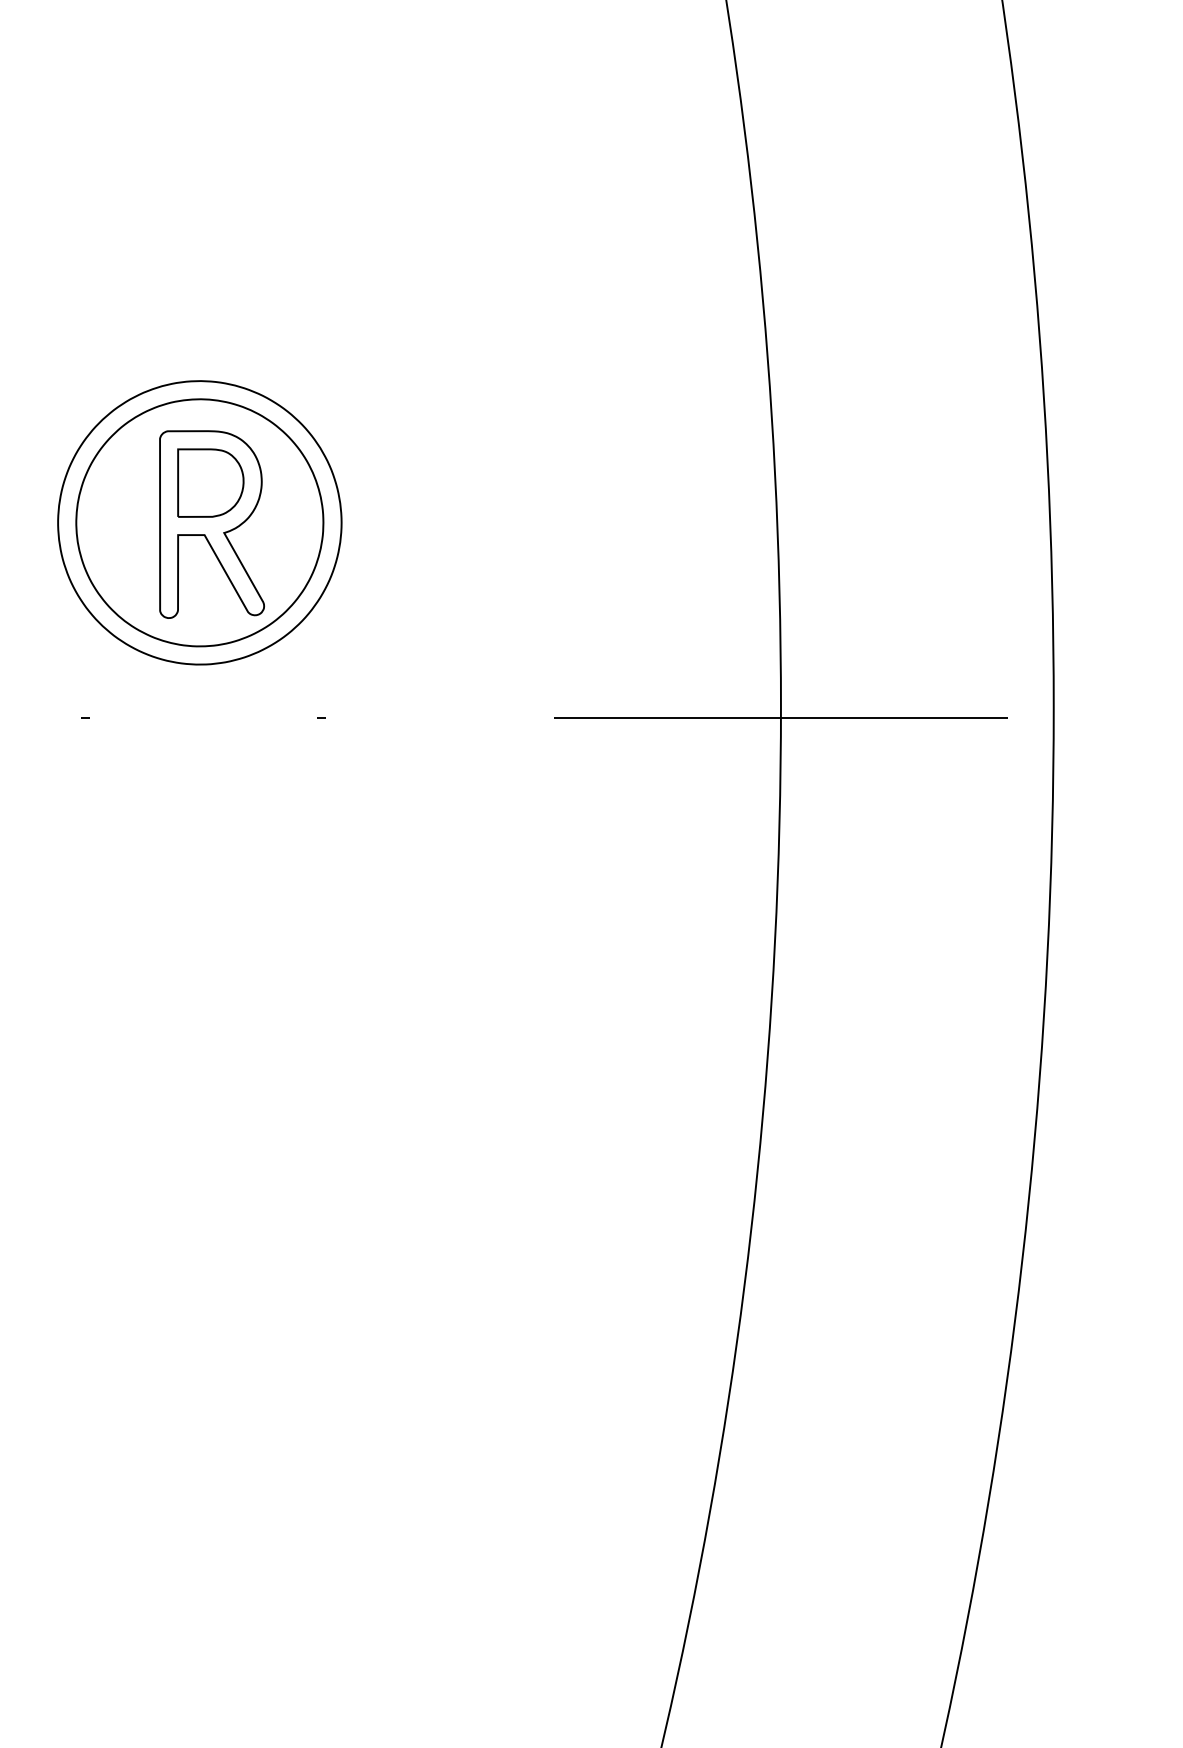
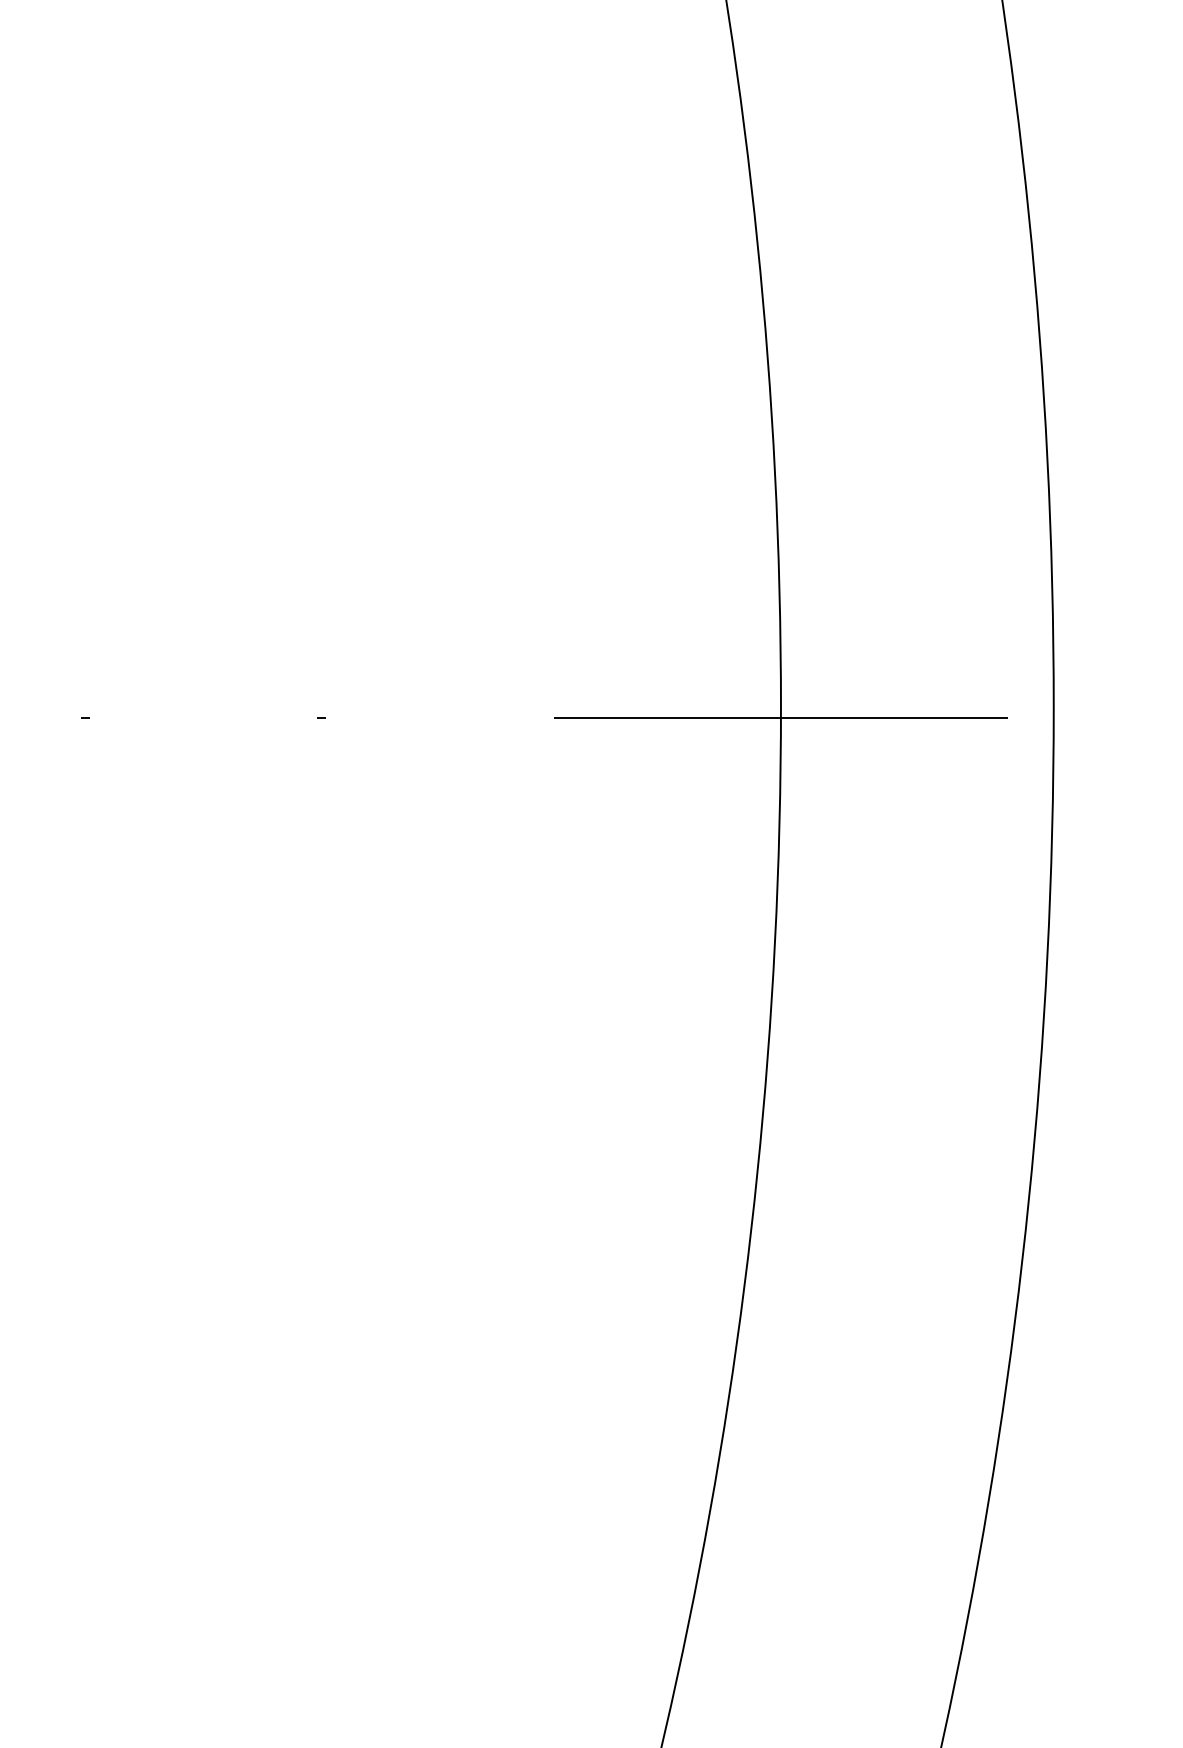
part at (199, 522): present -> none
